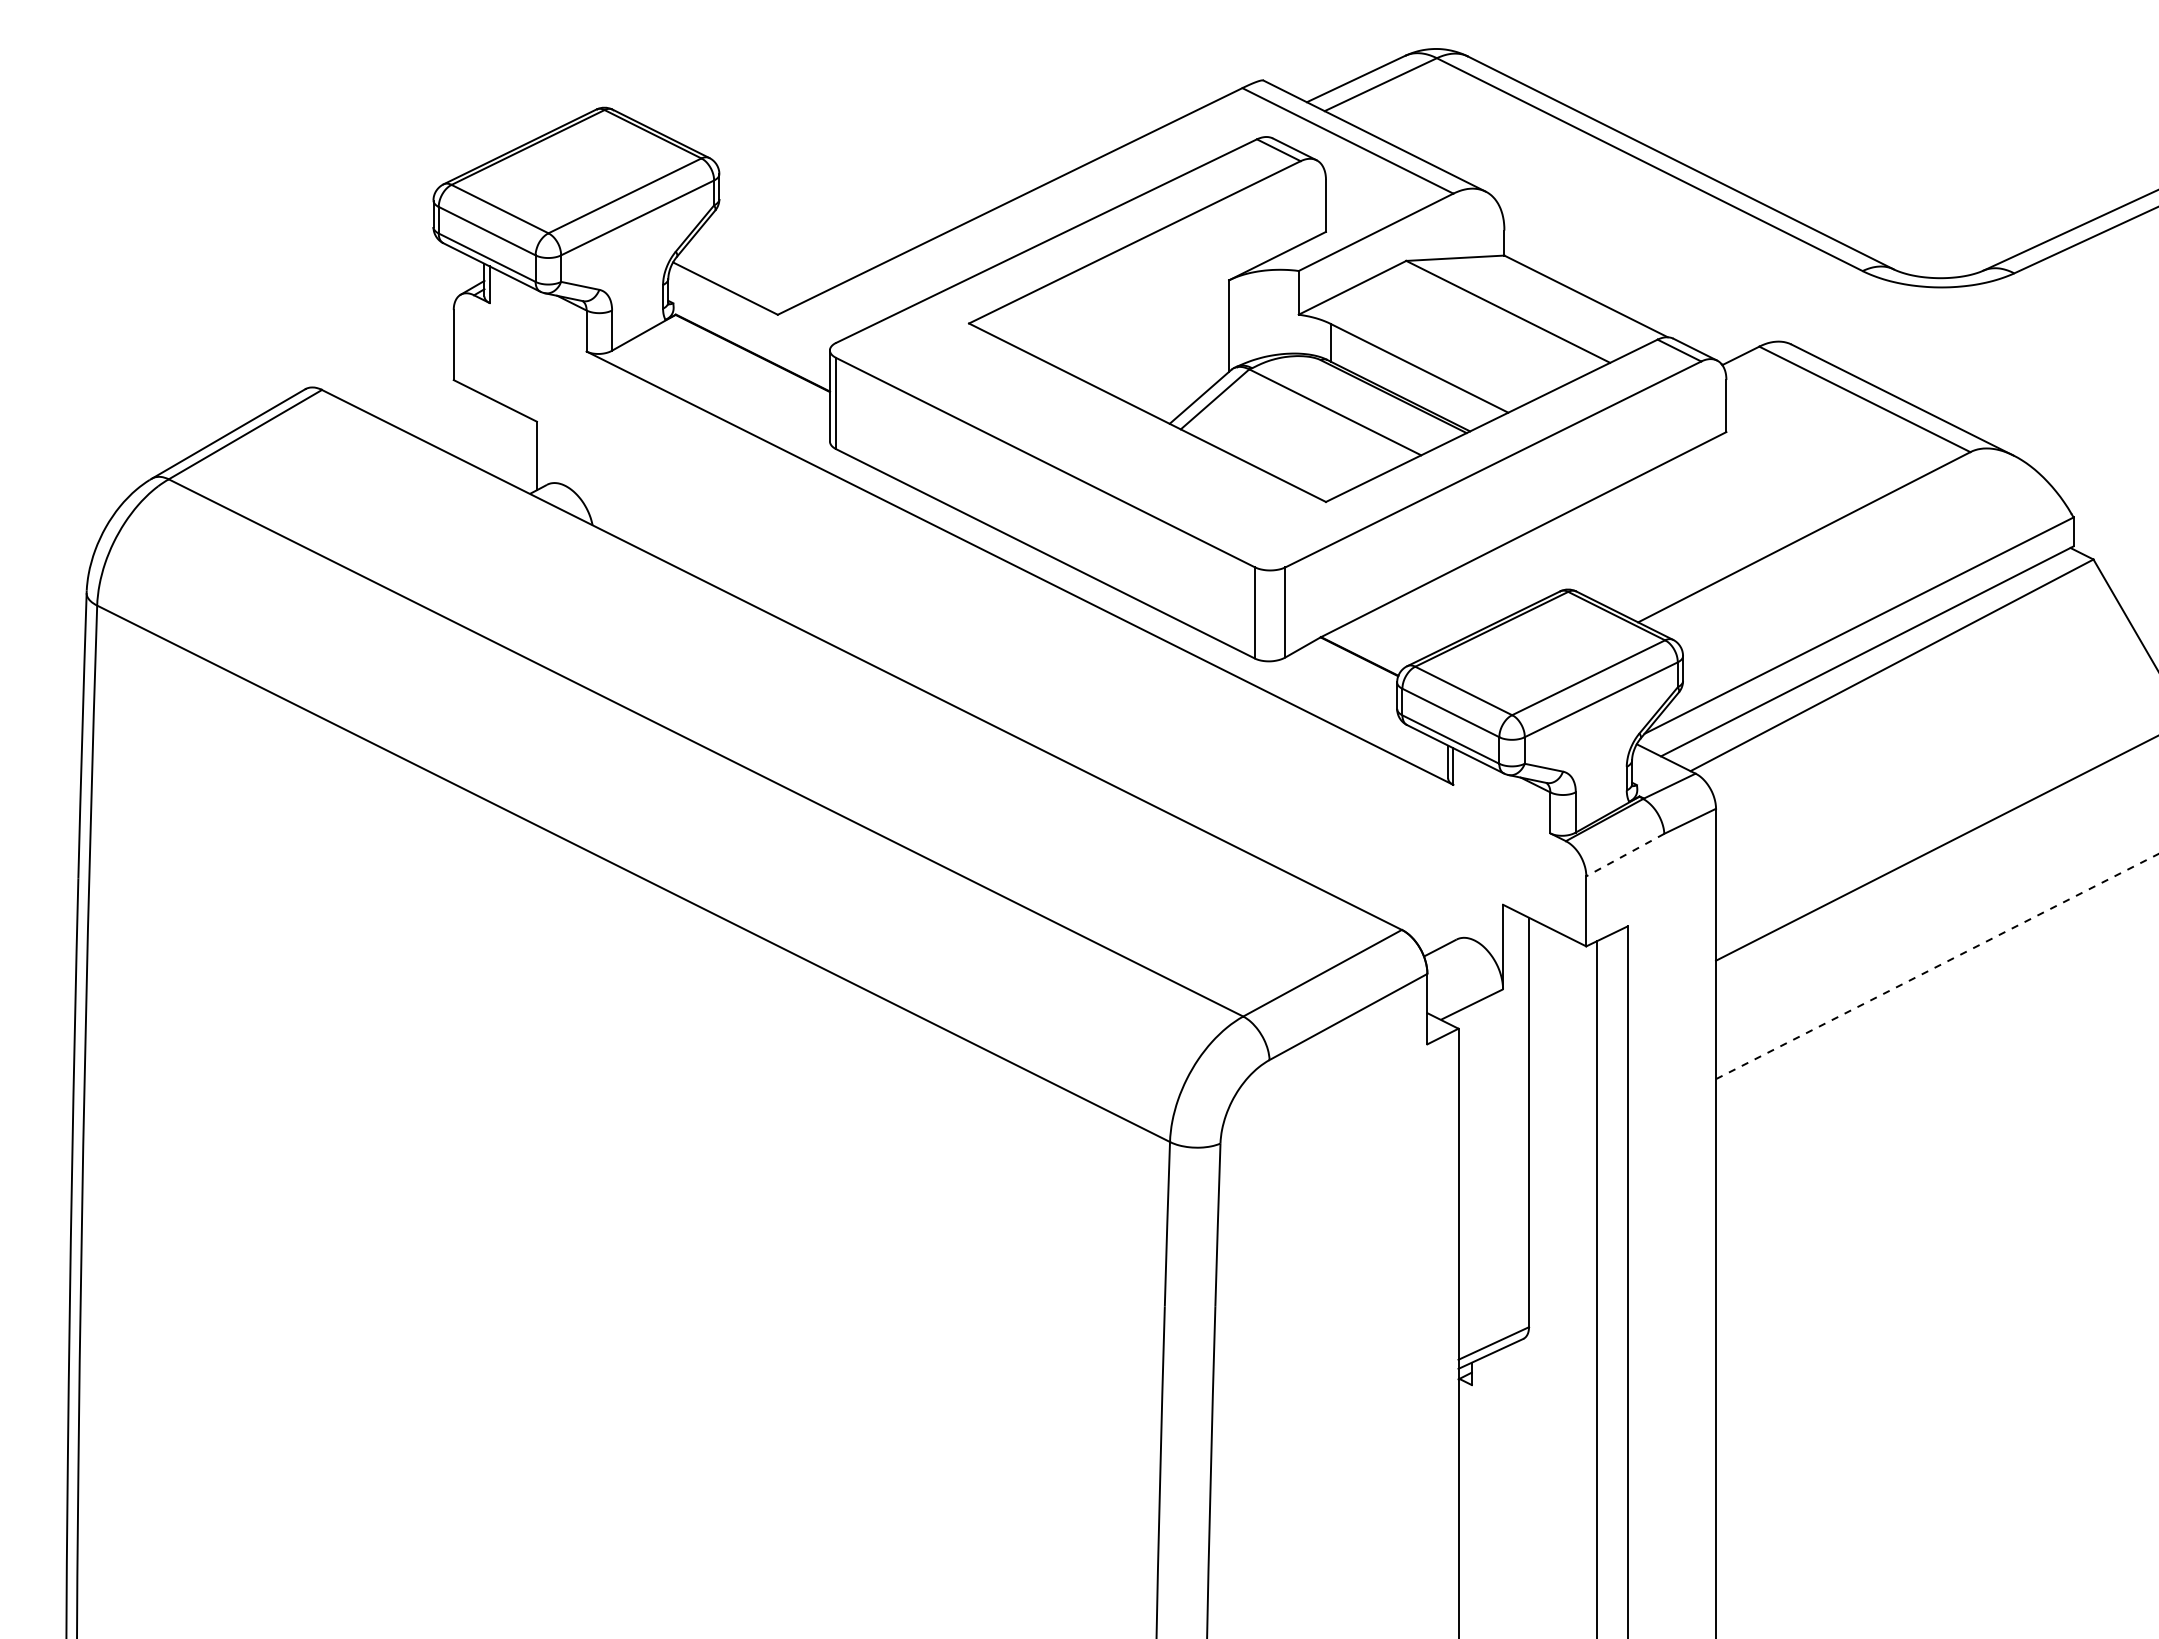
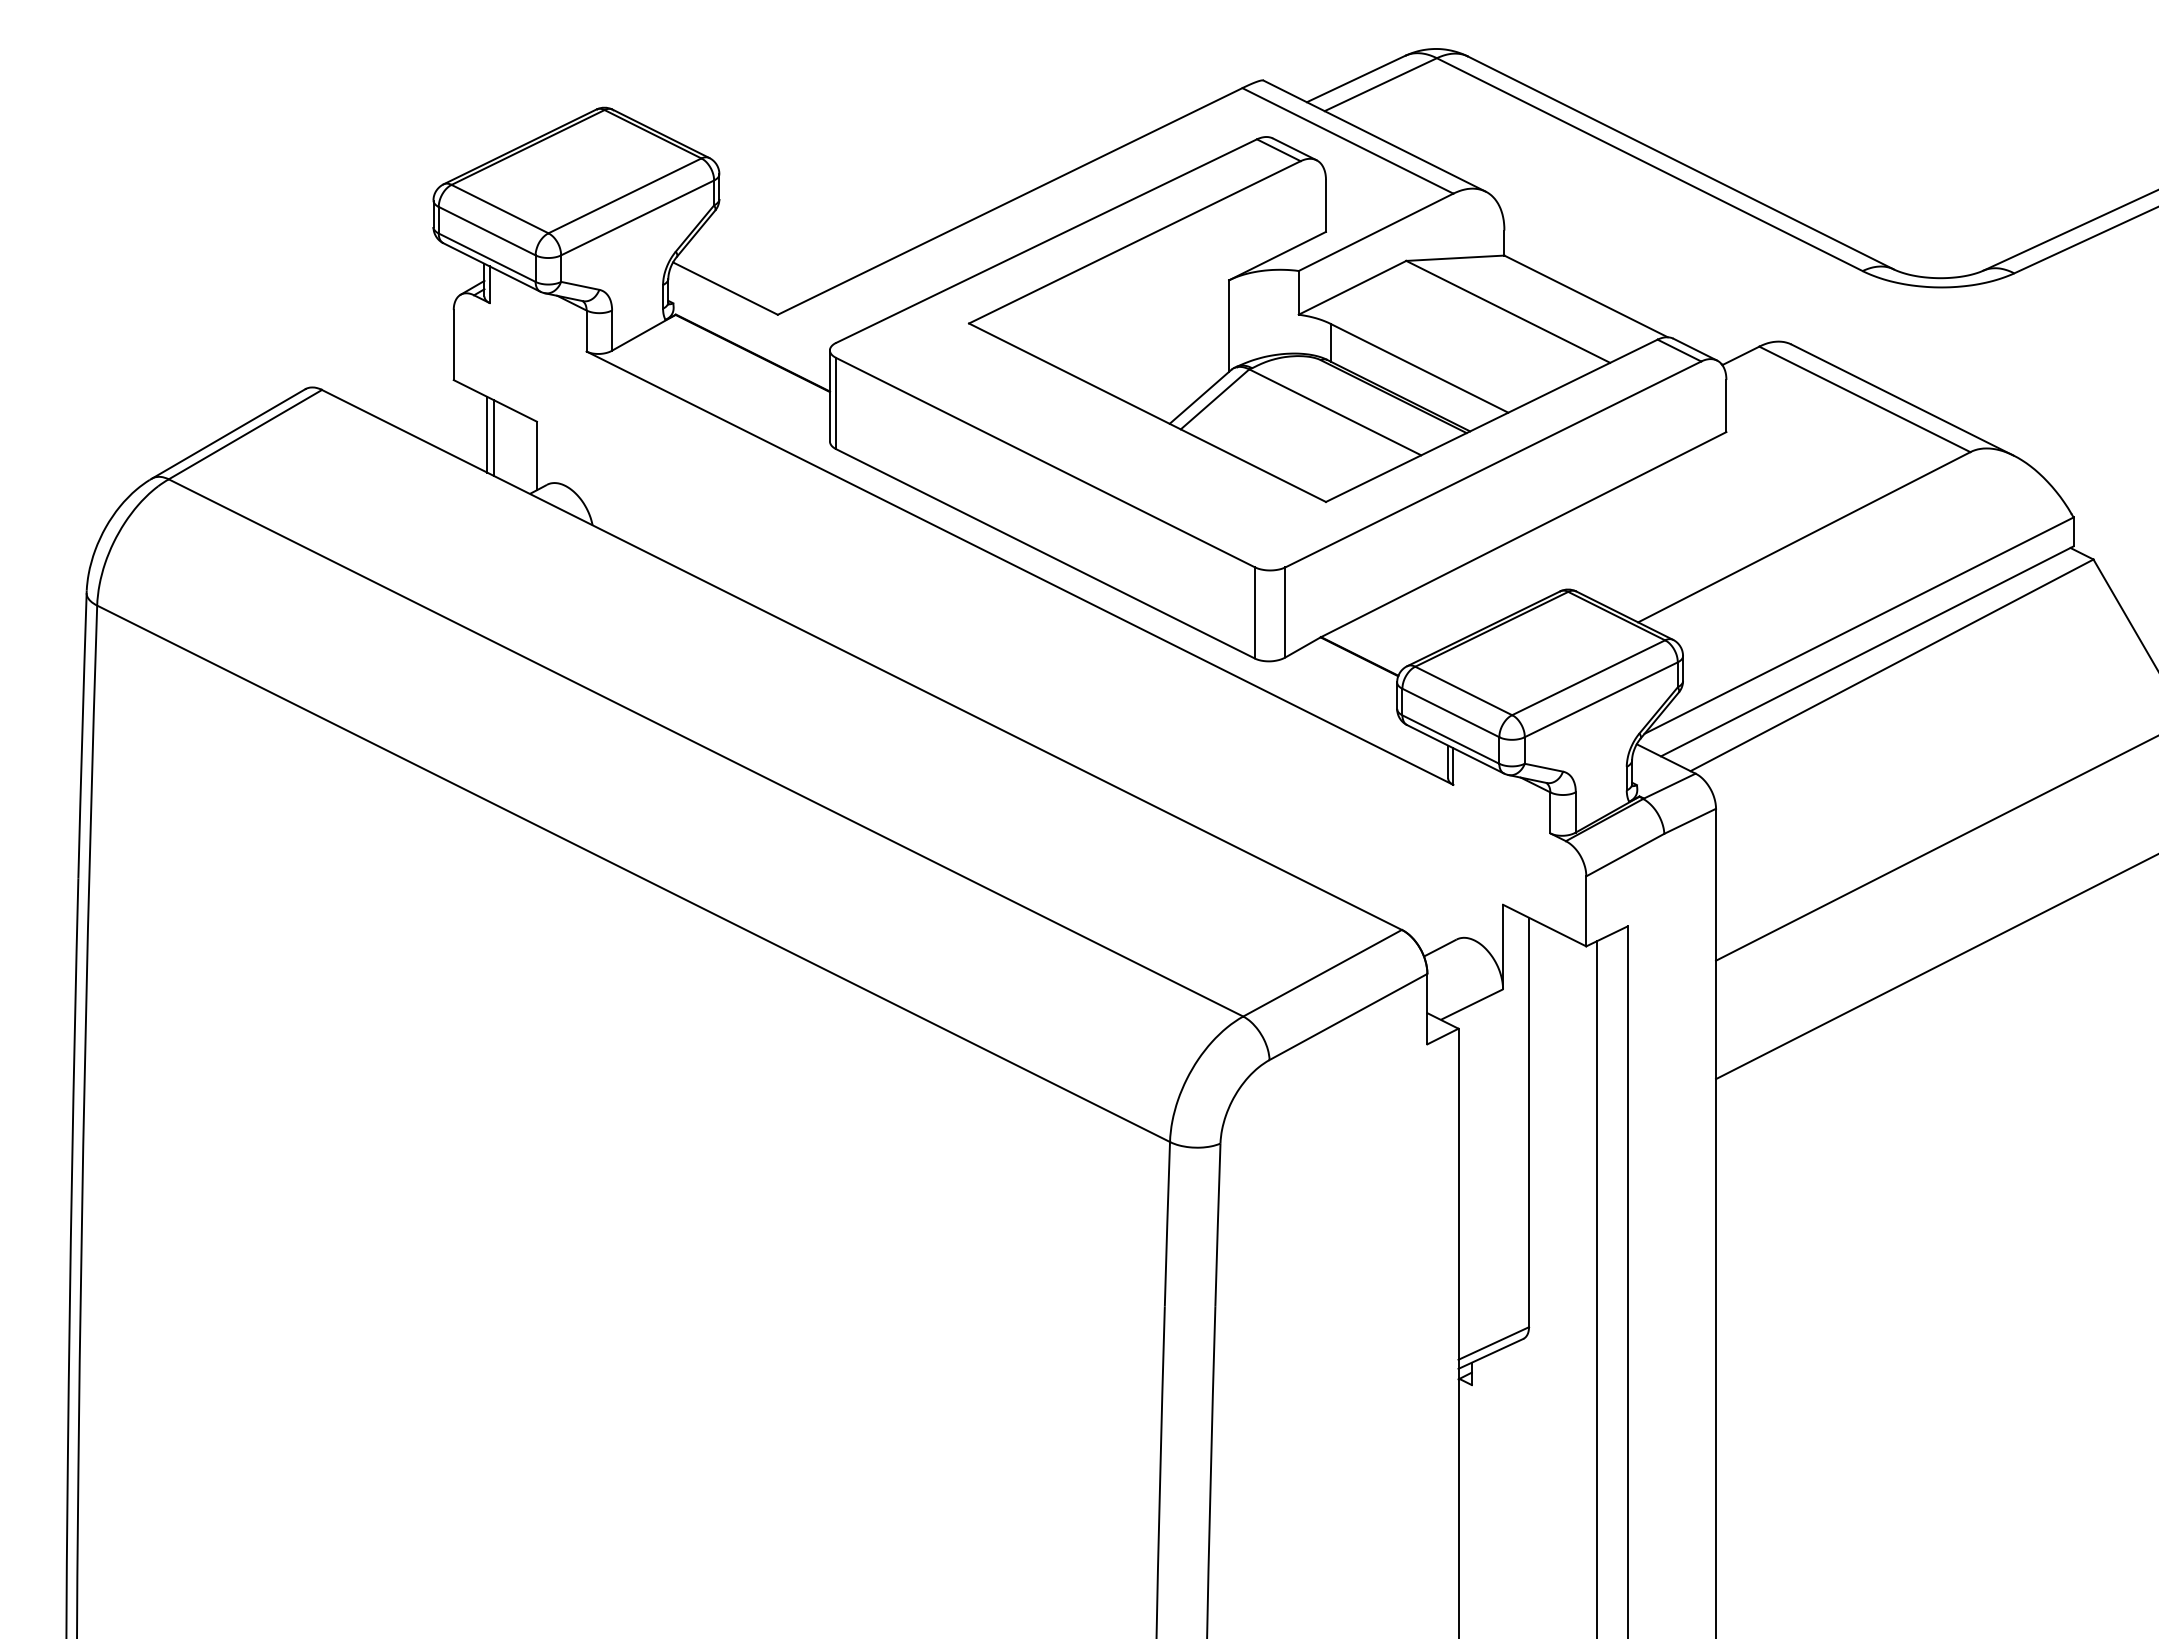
line at (487, 434): none -> present
line at (493, 437): none -> present
line at (1624, 855): dashed -> solid
line at (1936, 966): dashed -> solid
